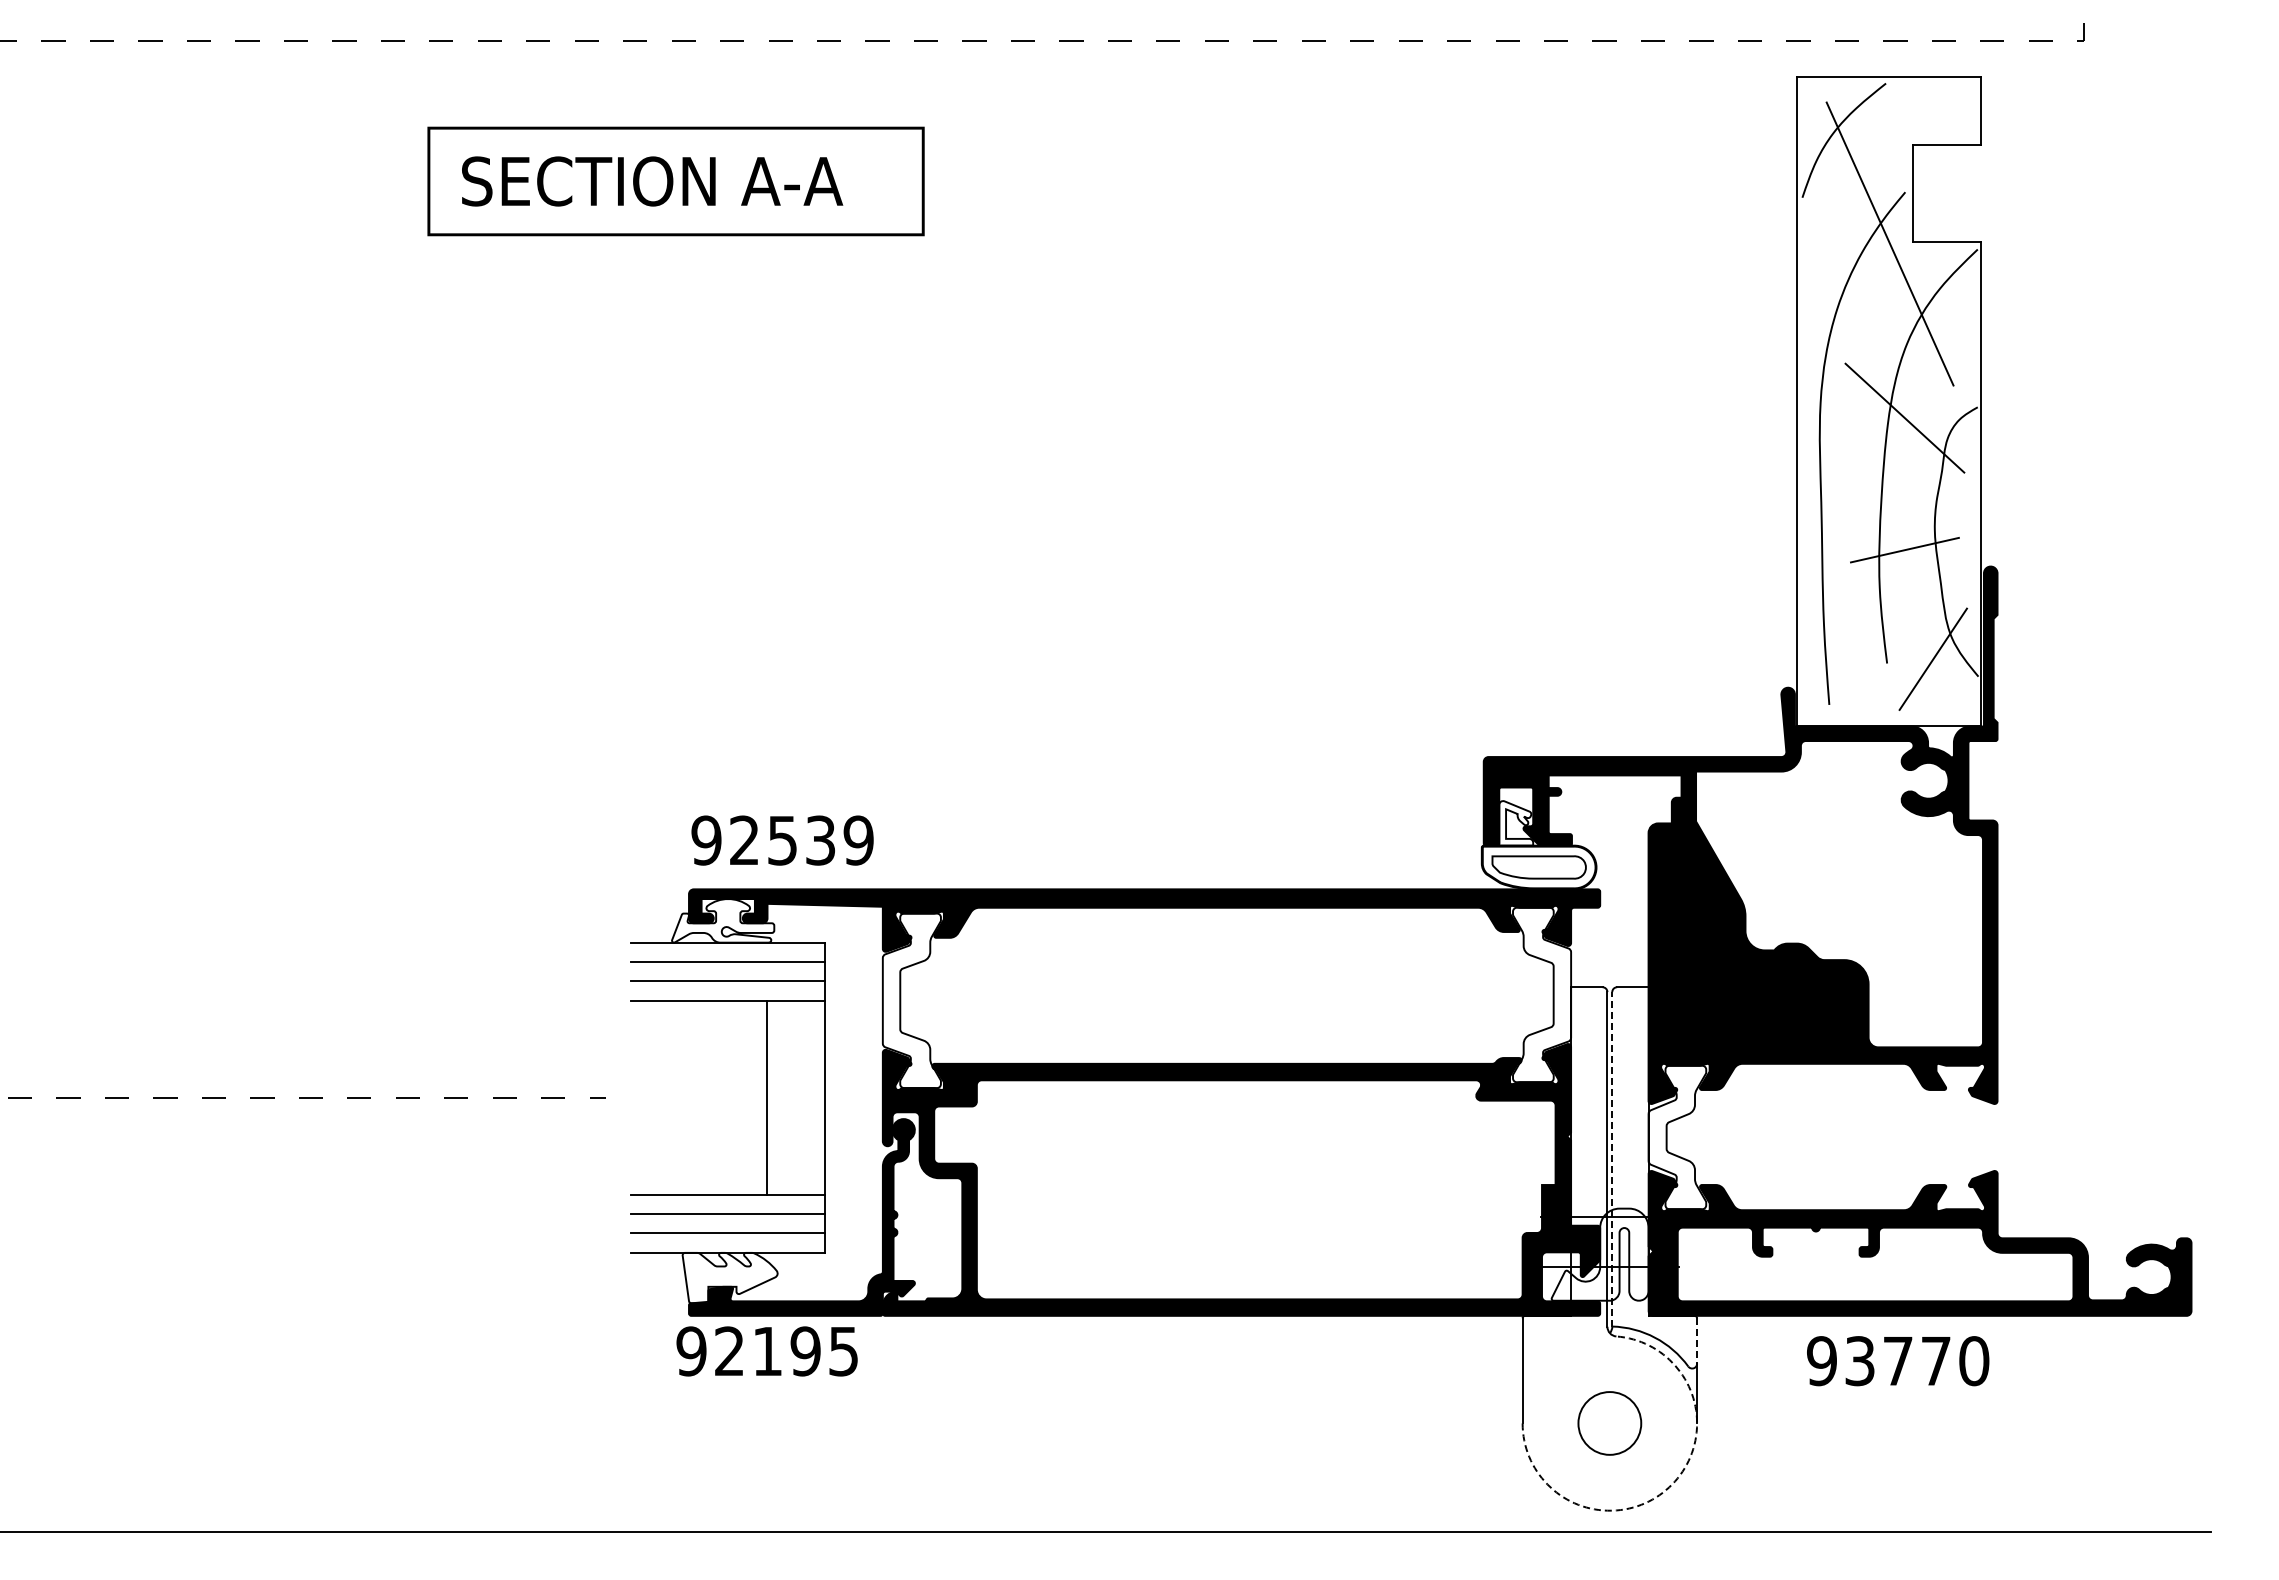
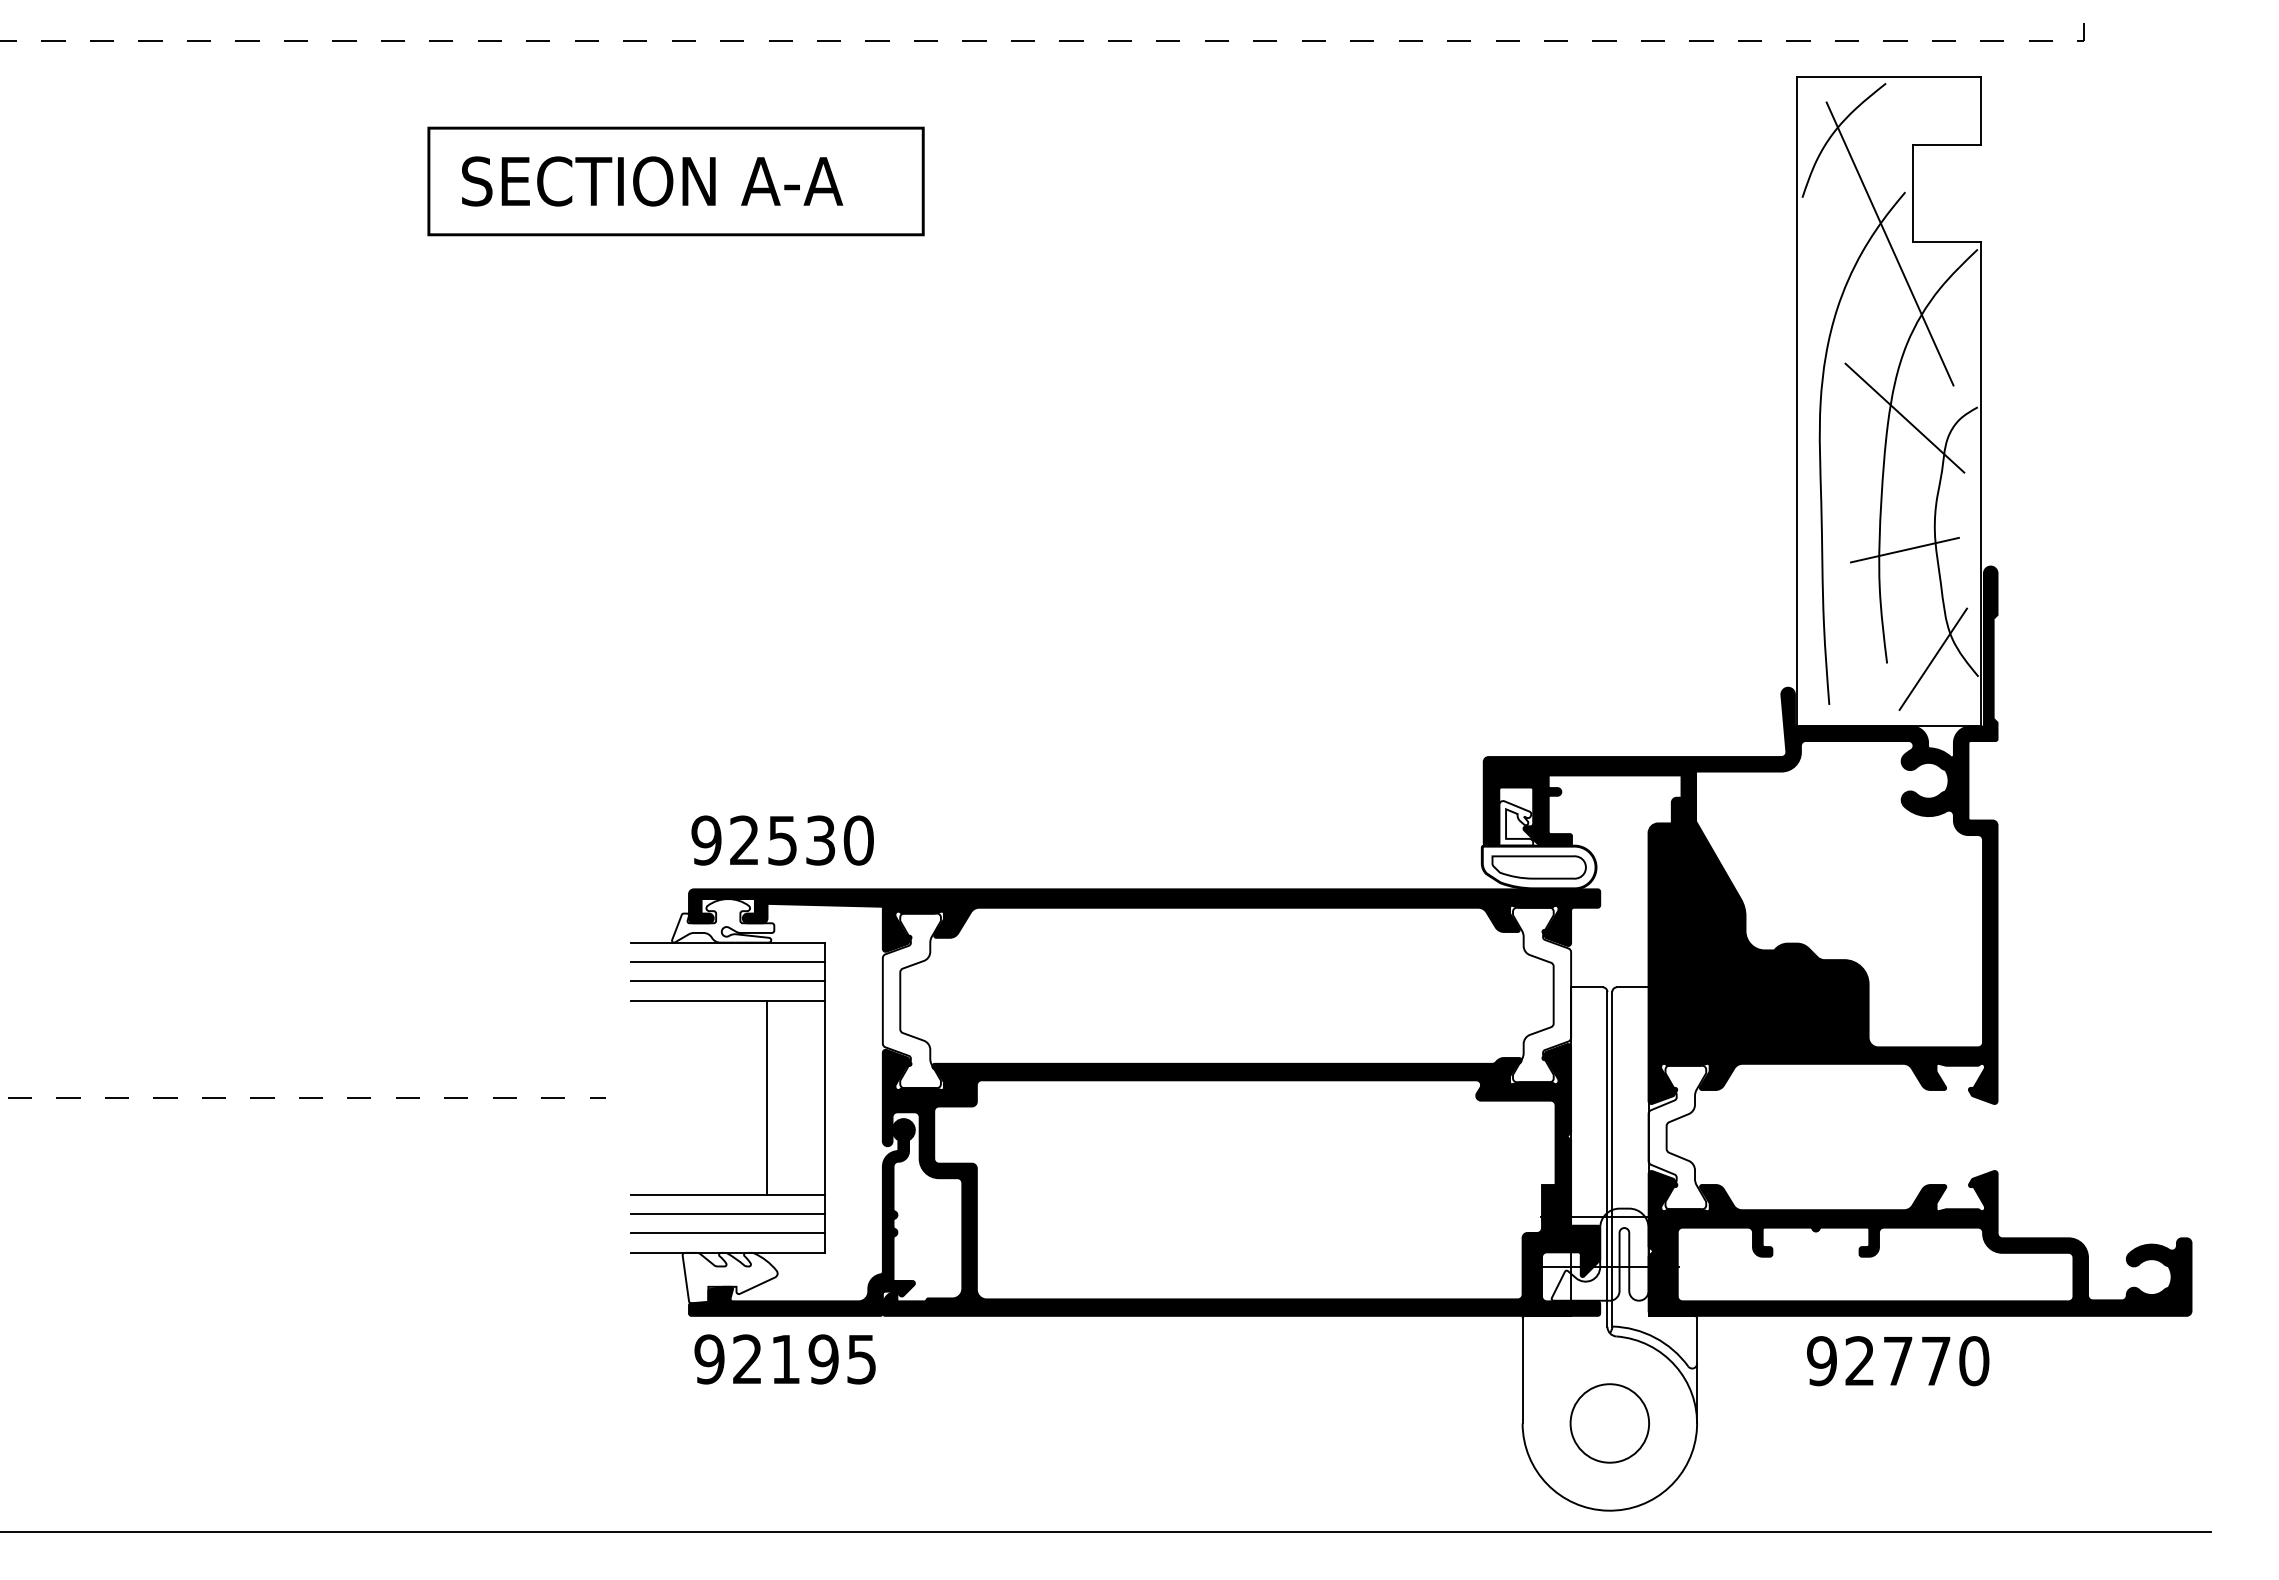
text at (858, 840): 92539 -> 92530
line at (1612, 1158): dashed -> solid
line at (1697, 1340): dashed -> solid
text at (766, 1351) position: (766, 1351) -> (784, 1359)
text at (1859, 1361): 93770 -> 92770
circle at (1609, 1423) diameter: 63 px -> 79 px
arc at (1669, 1487): dashed -> solid
